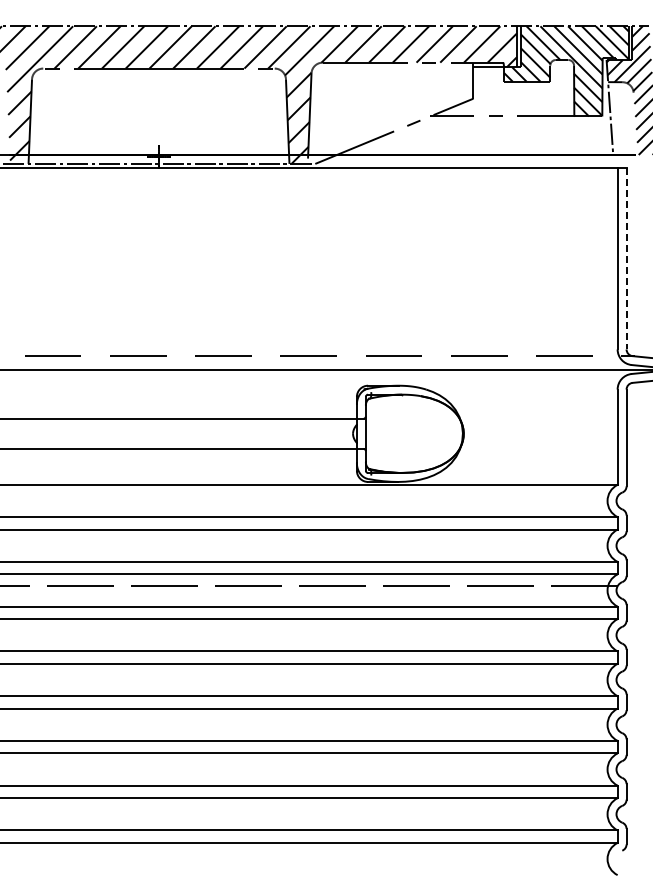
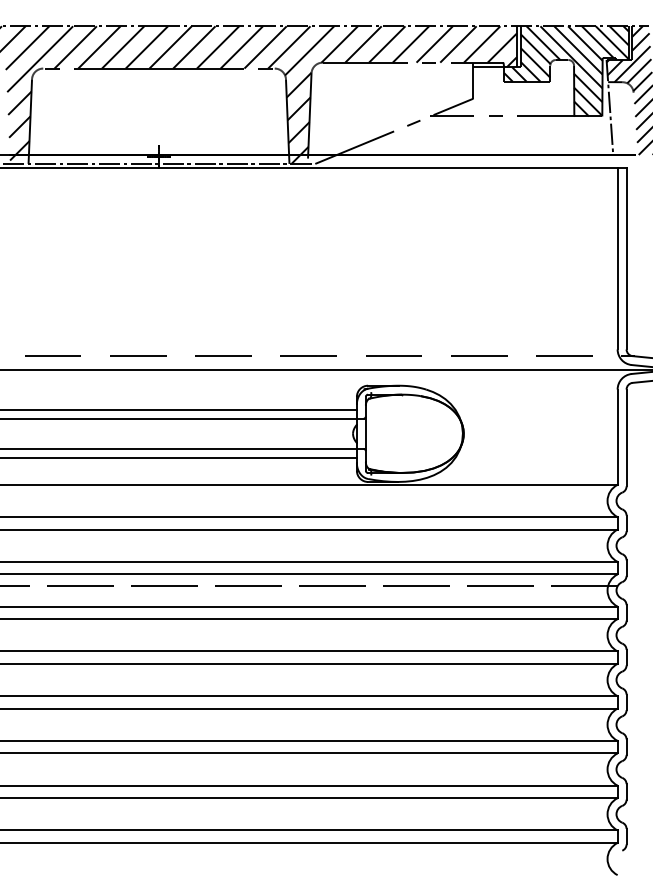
line at (626, 258): dashed -> solid
line at (179, 409): none -> present
line at (179, 457): none -> present
